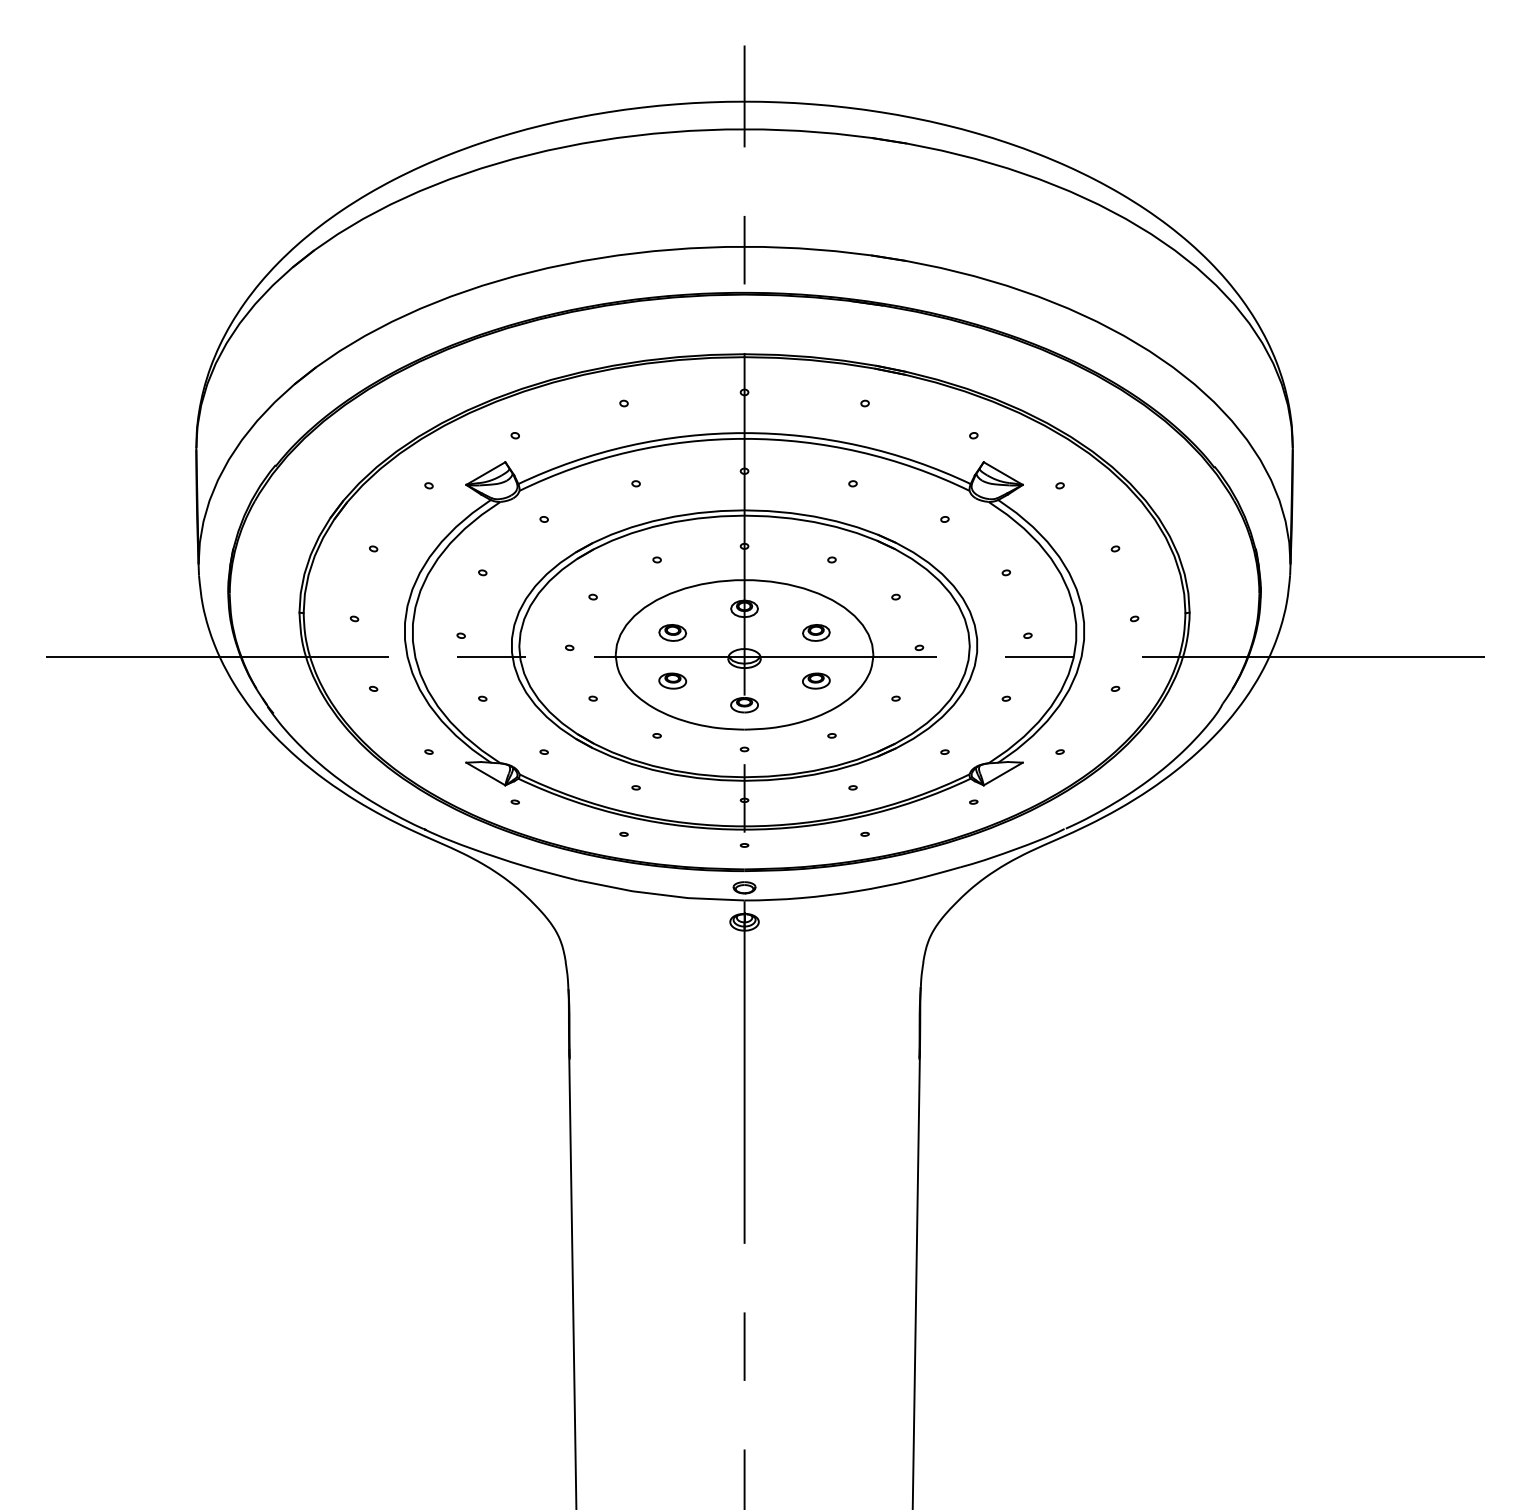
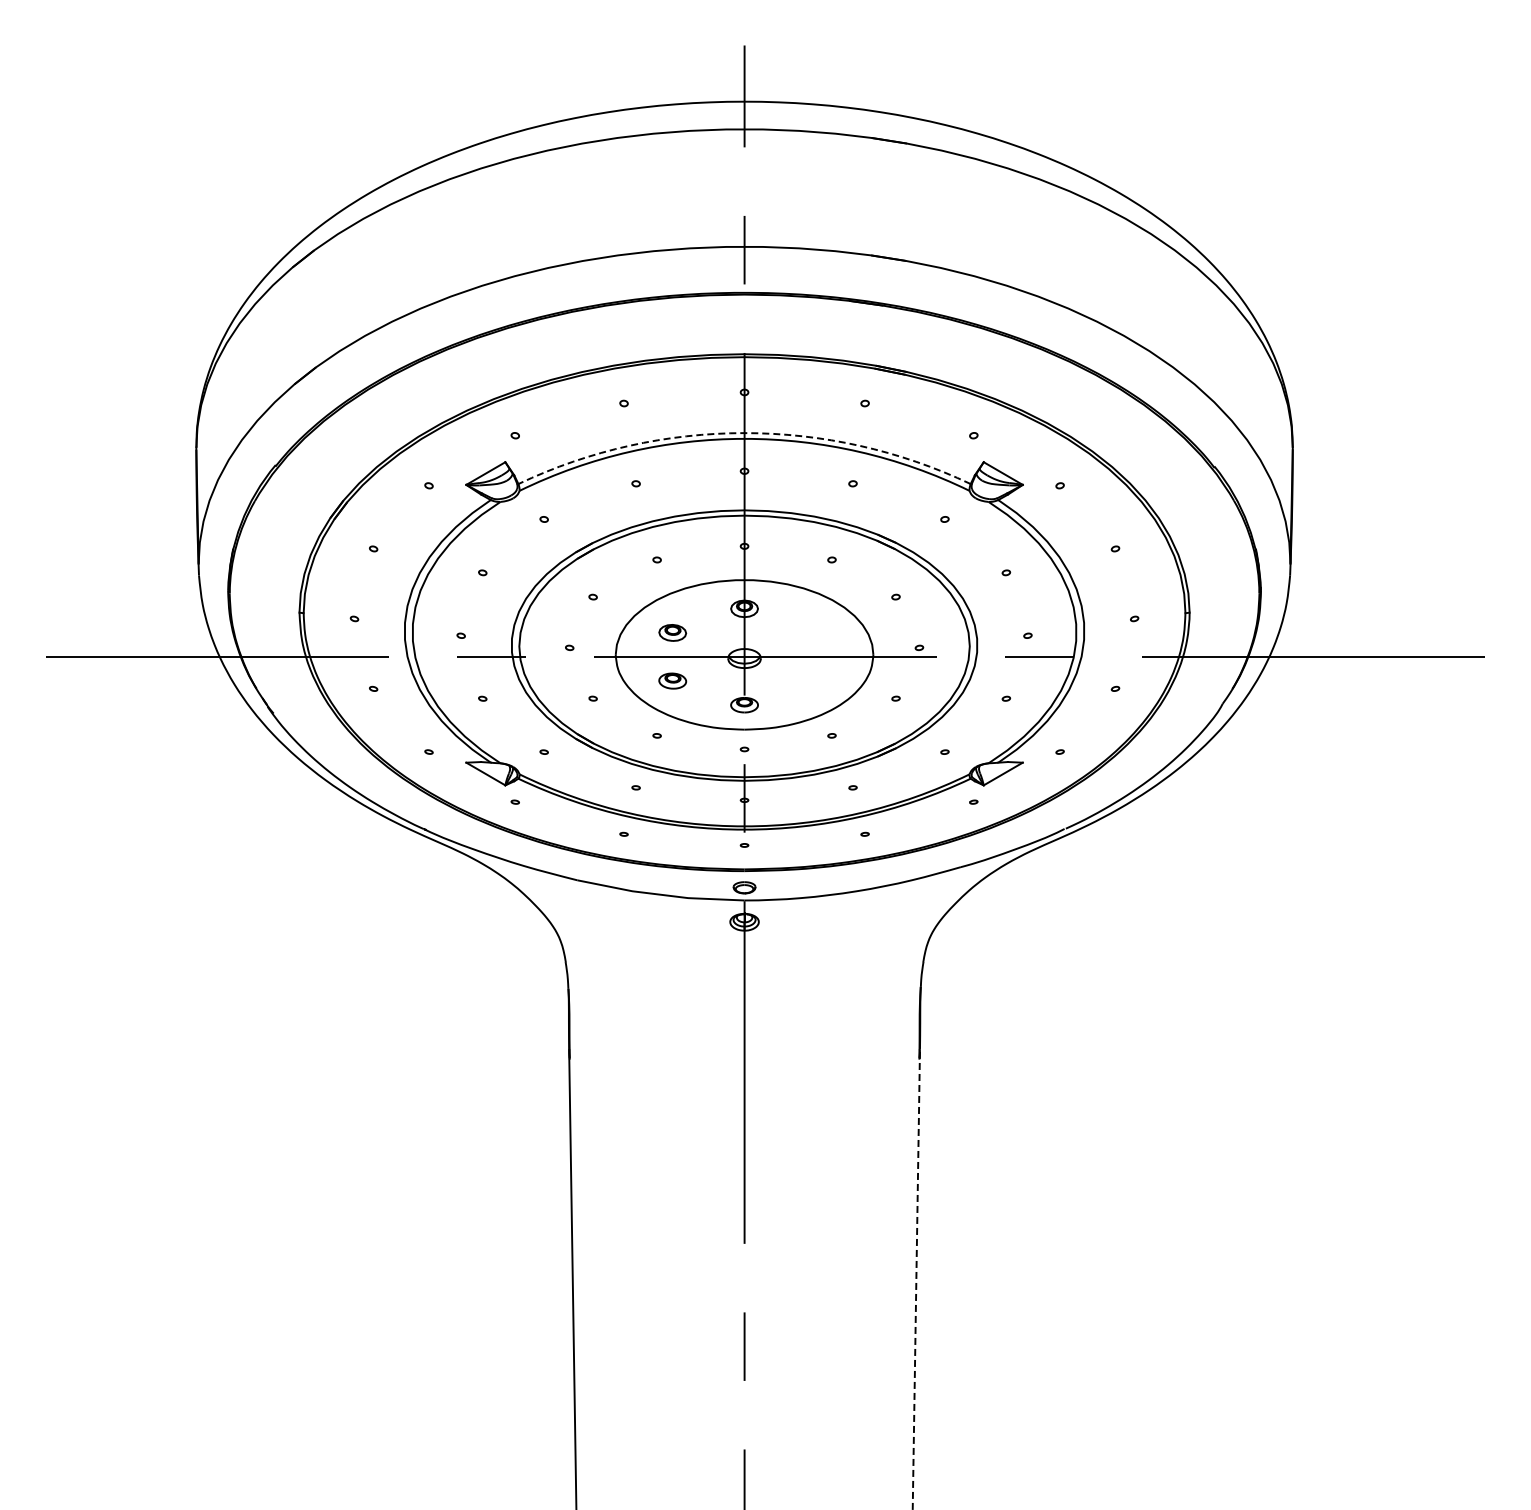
arc at (744, 433): solid -> dashed
part at (816, 632): present -> none
part at (816, 680): present -> none
line at (916, 1279): solid -> dashed
